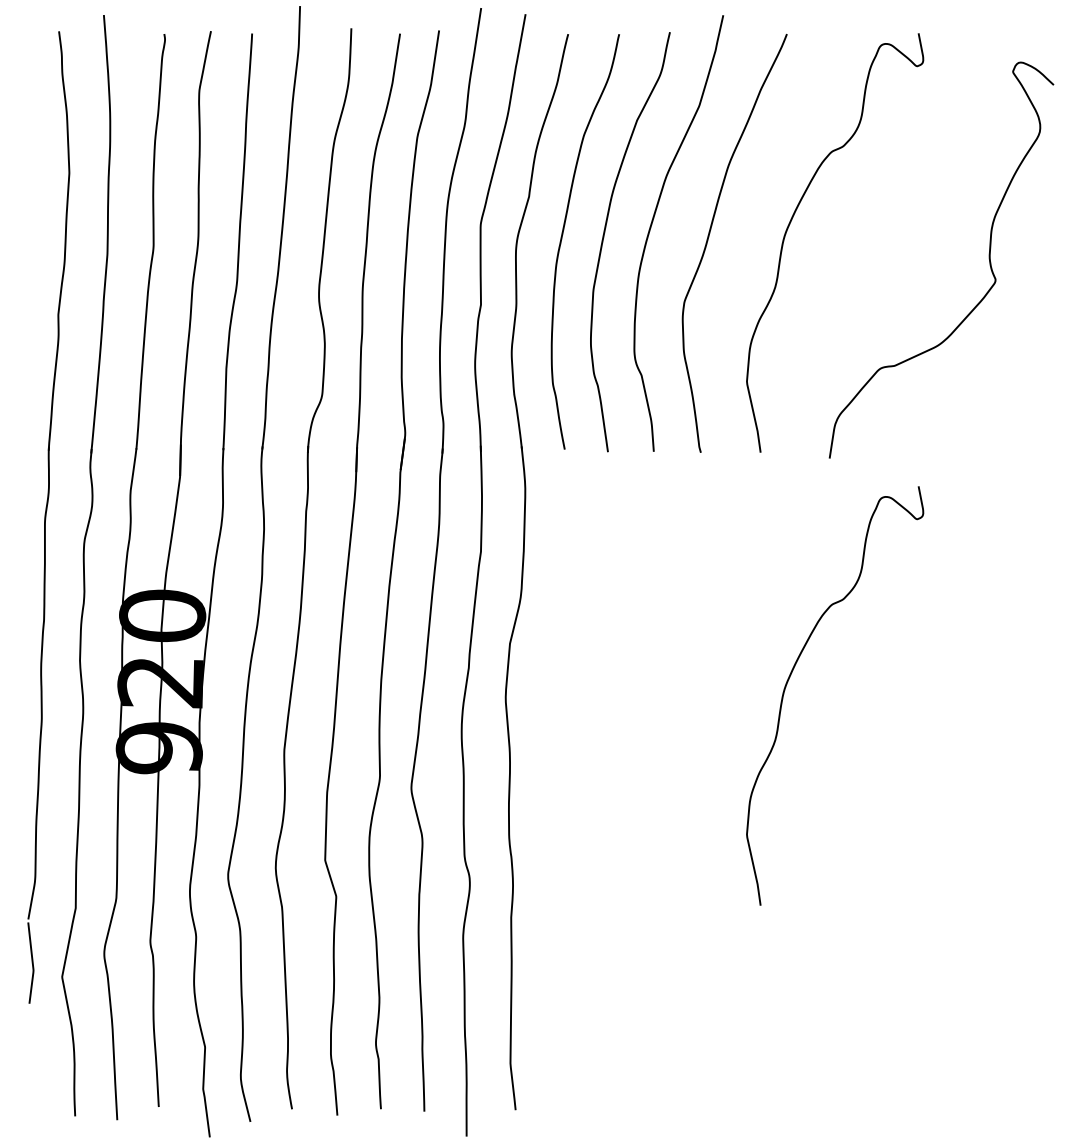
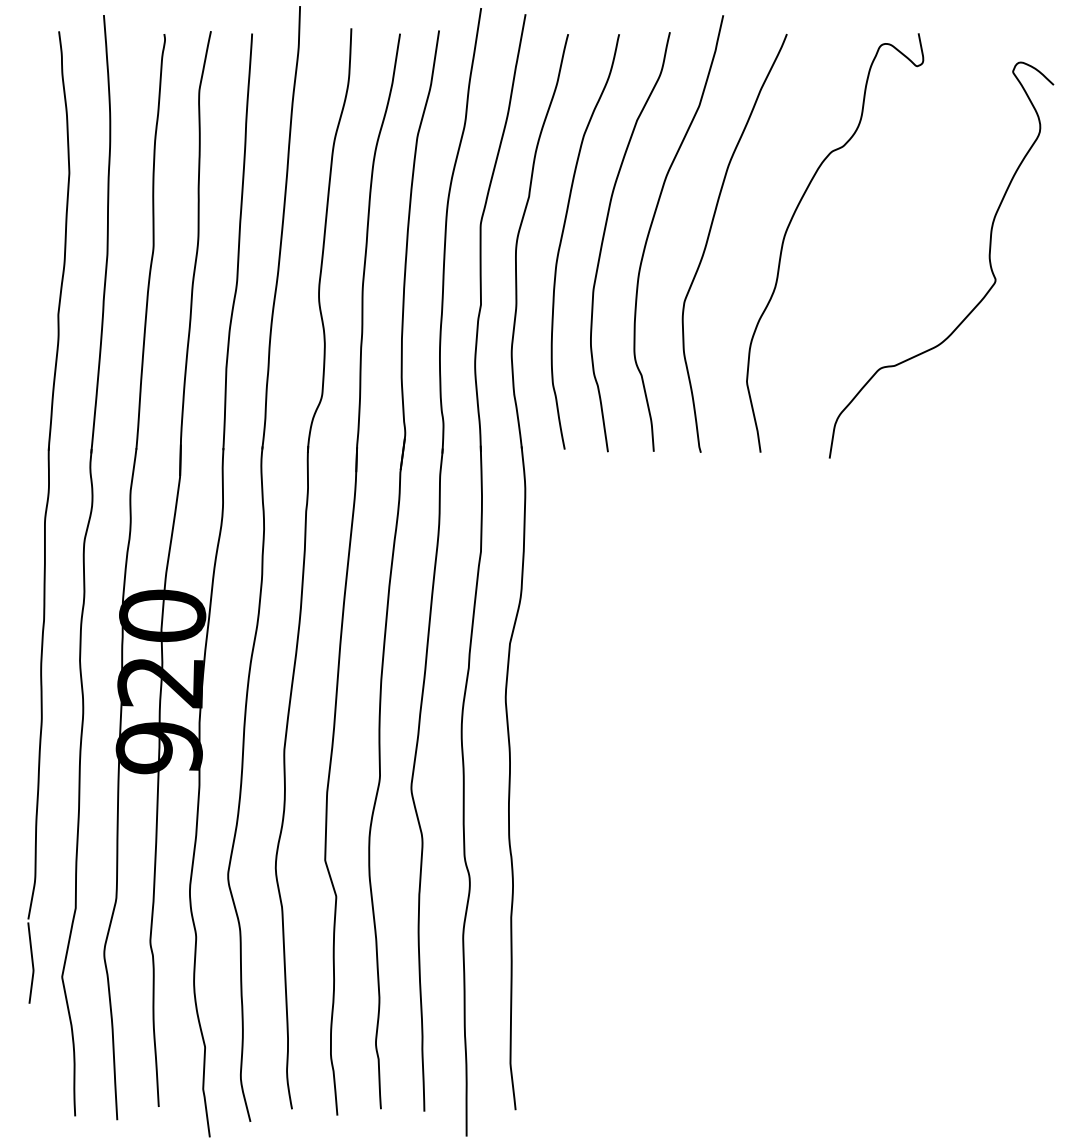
curve at (791, 675): present -> none
